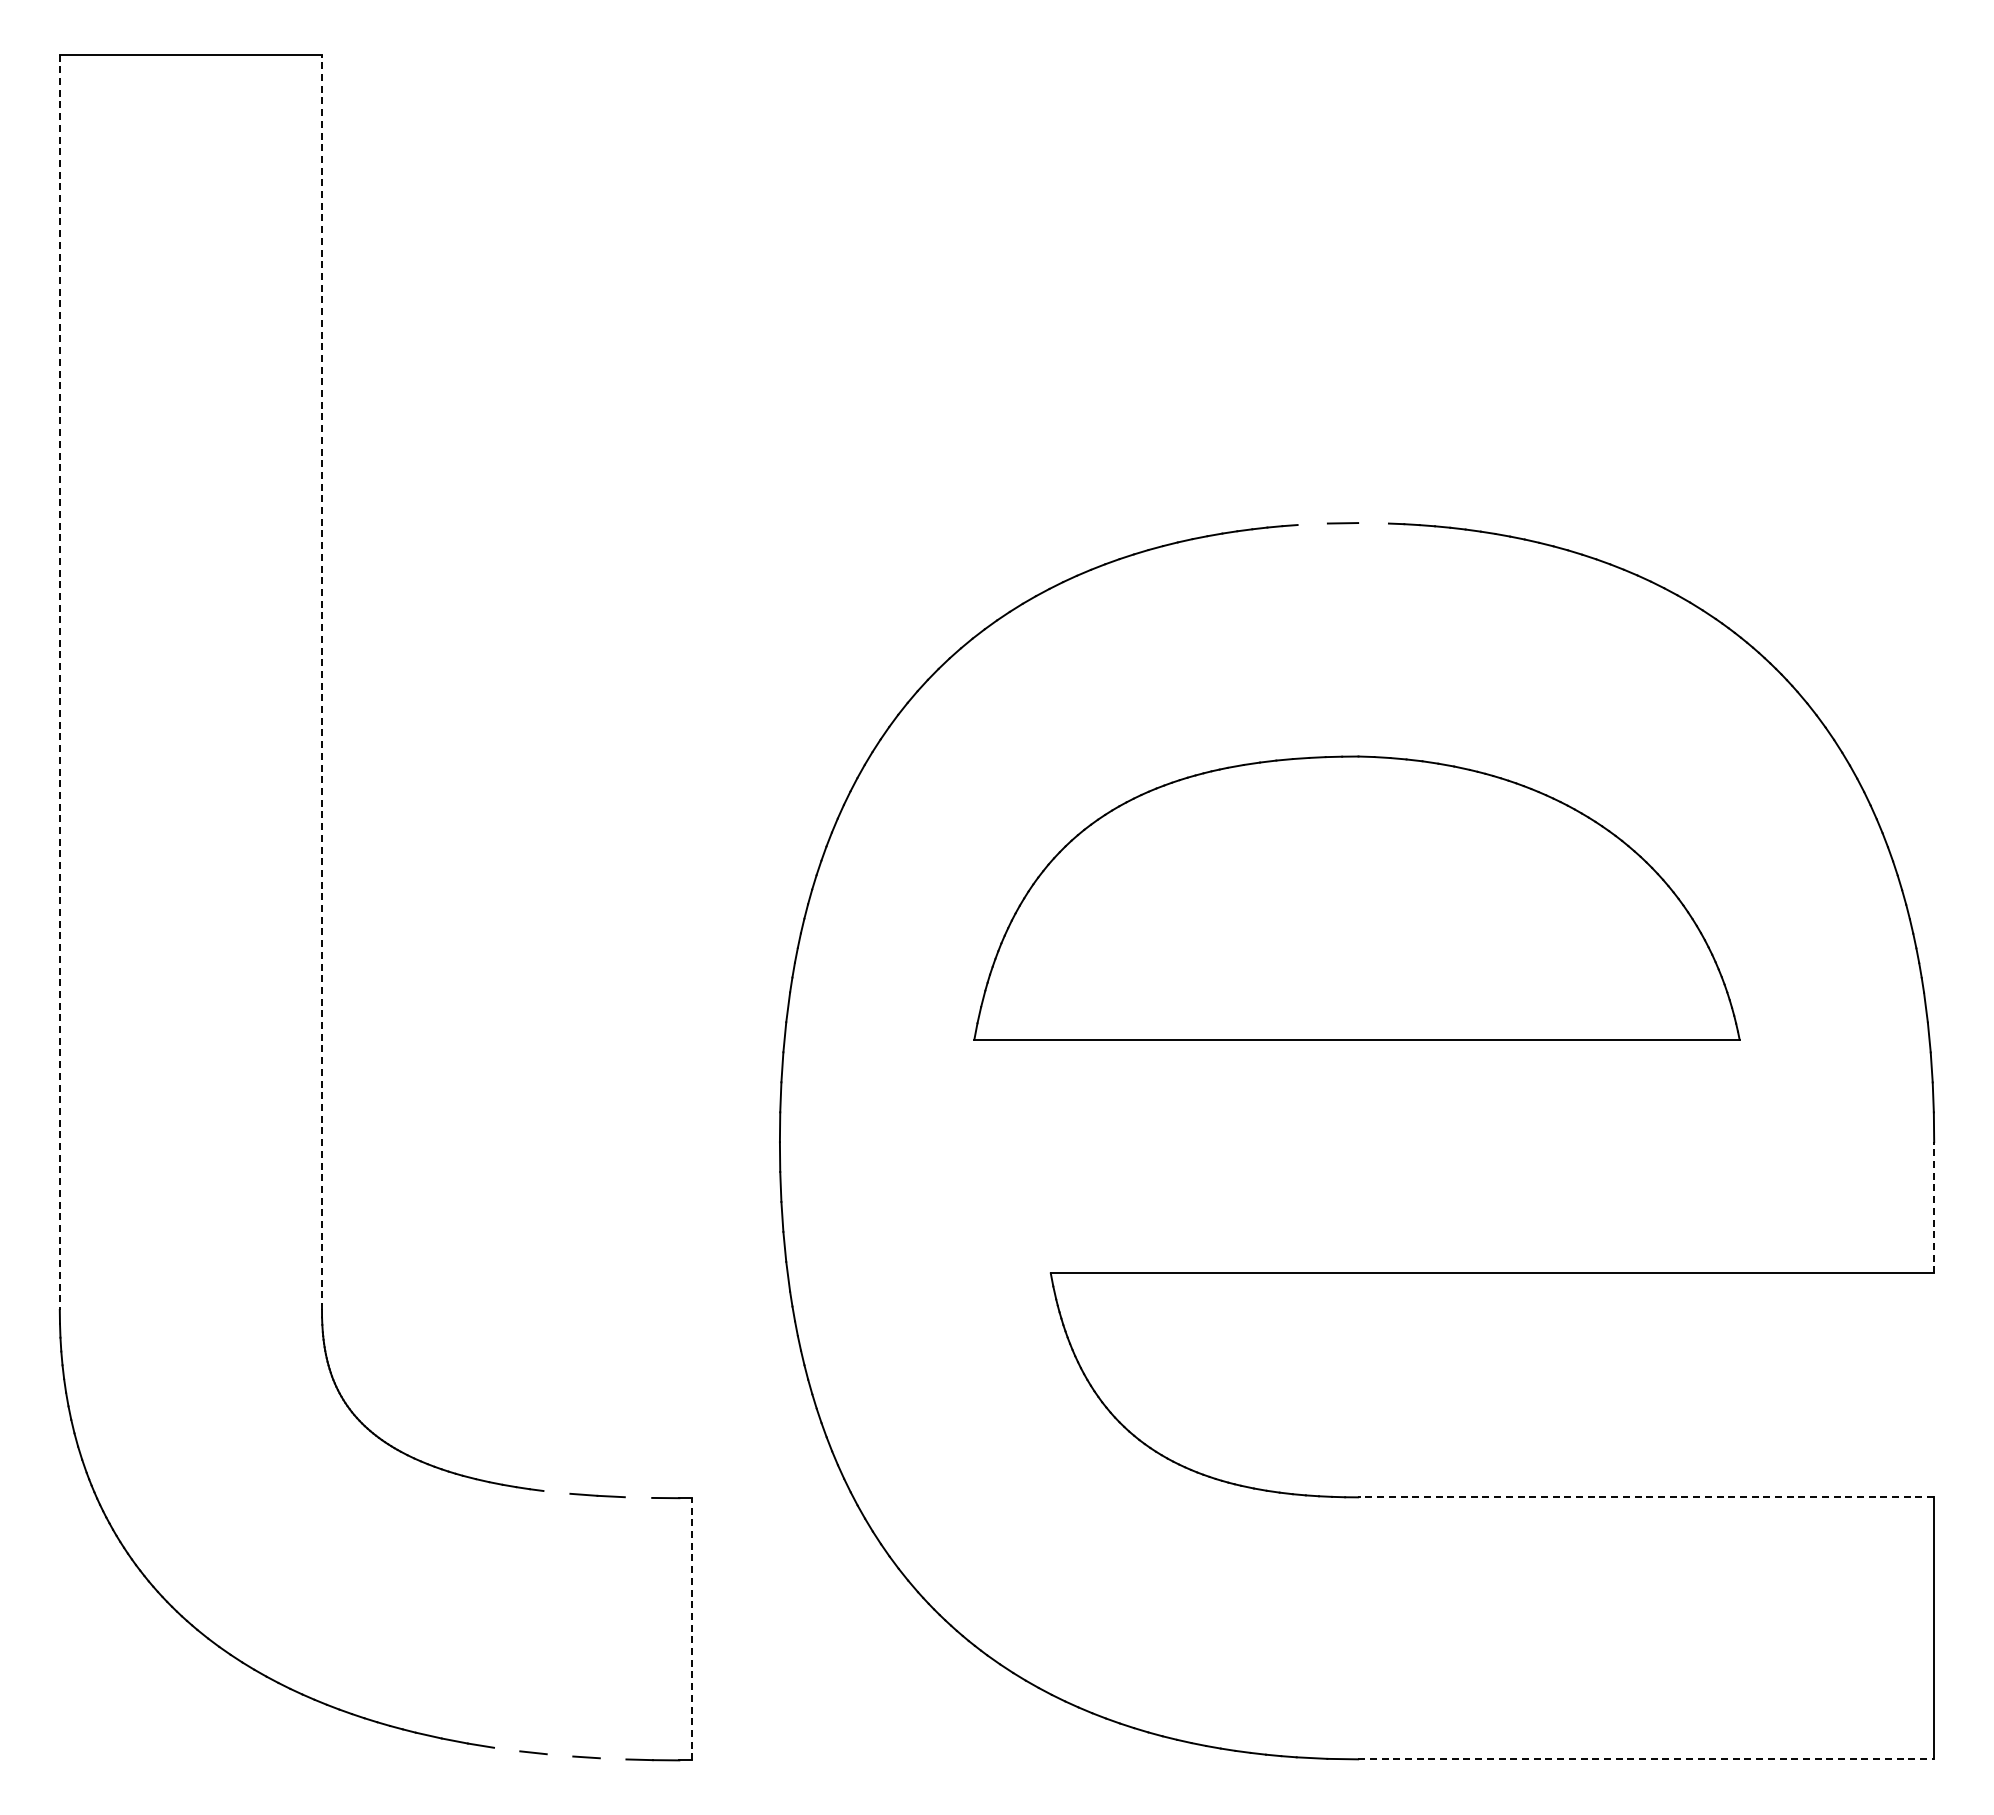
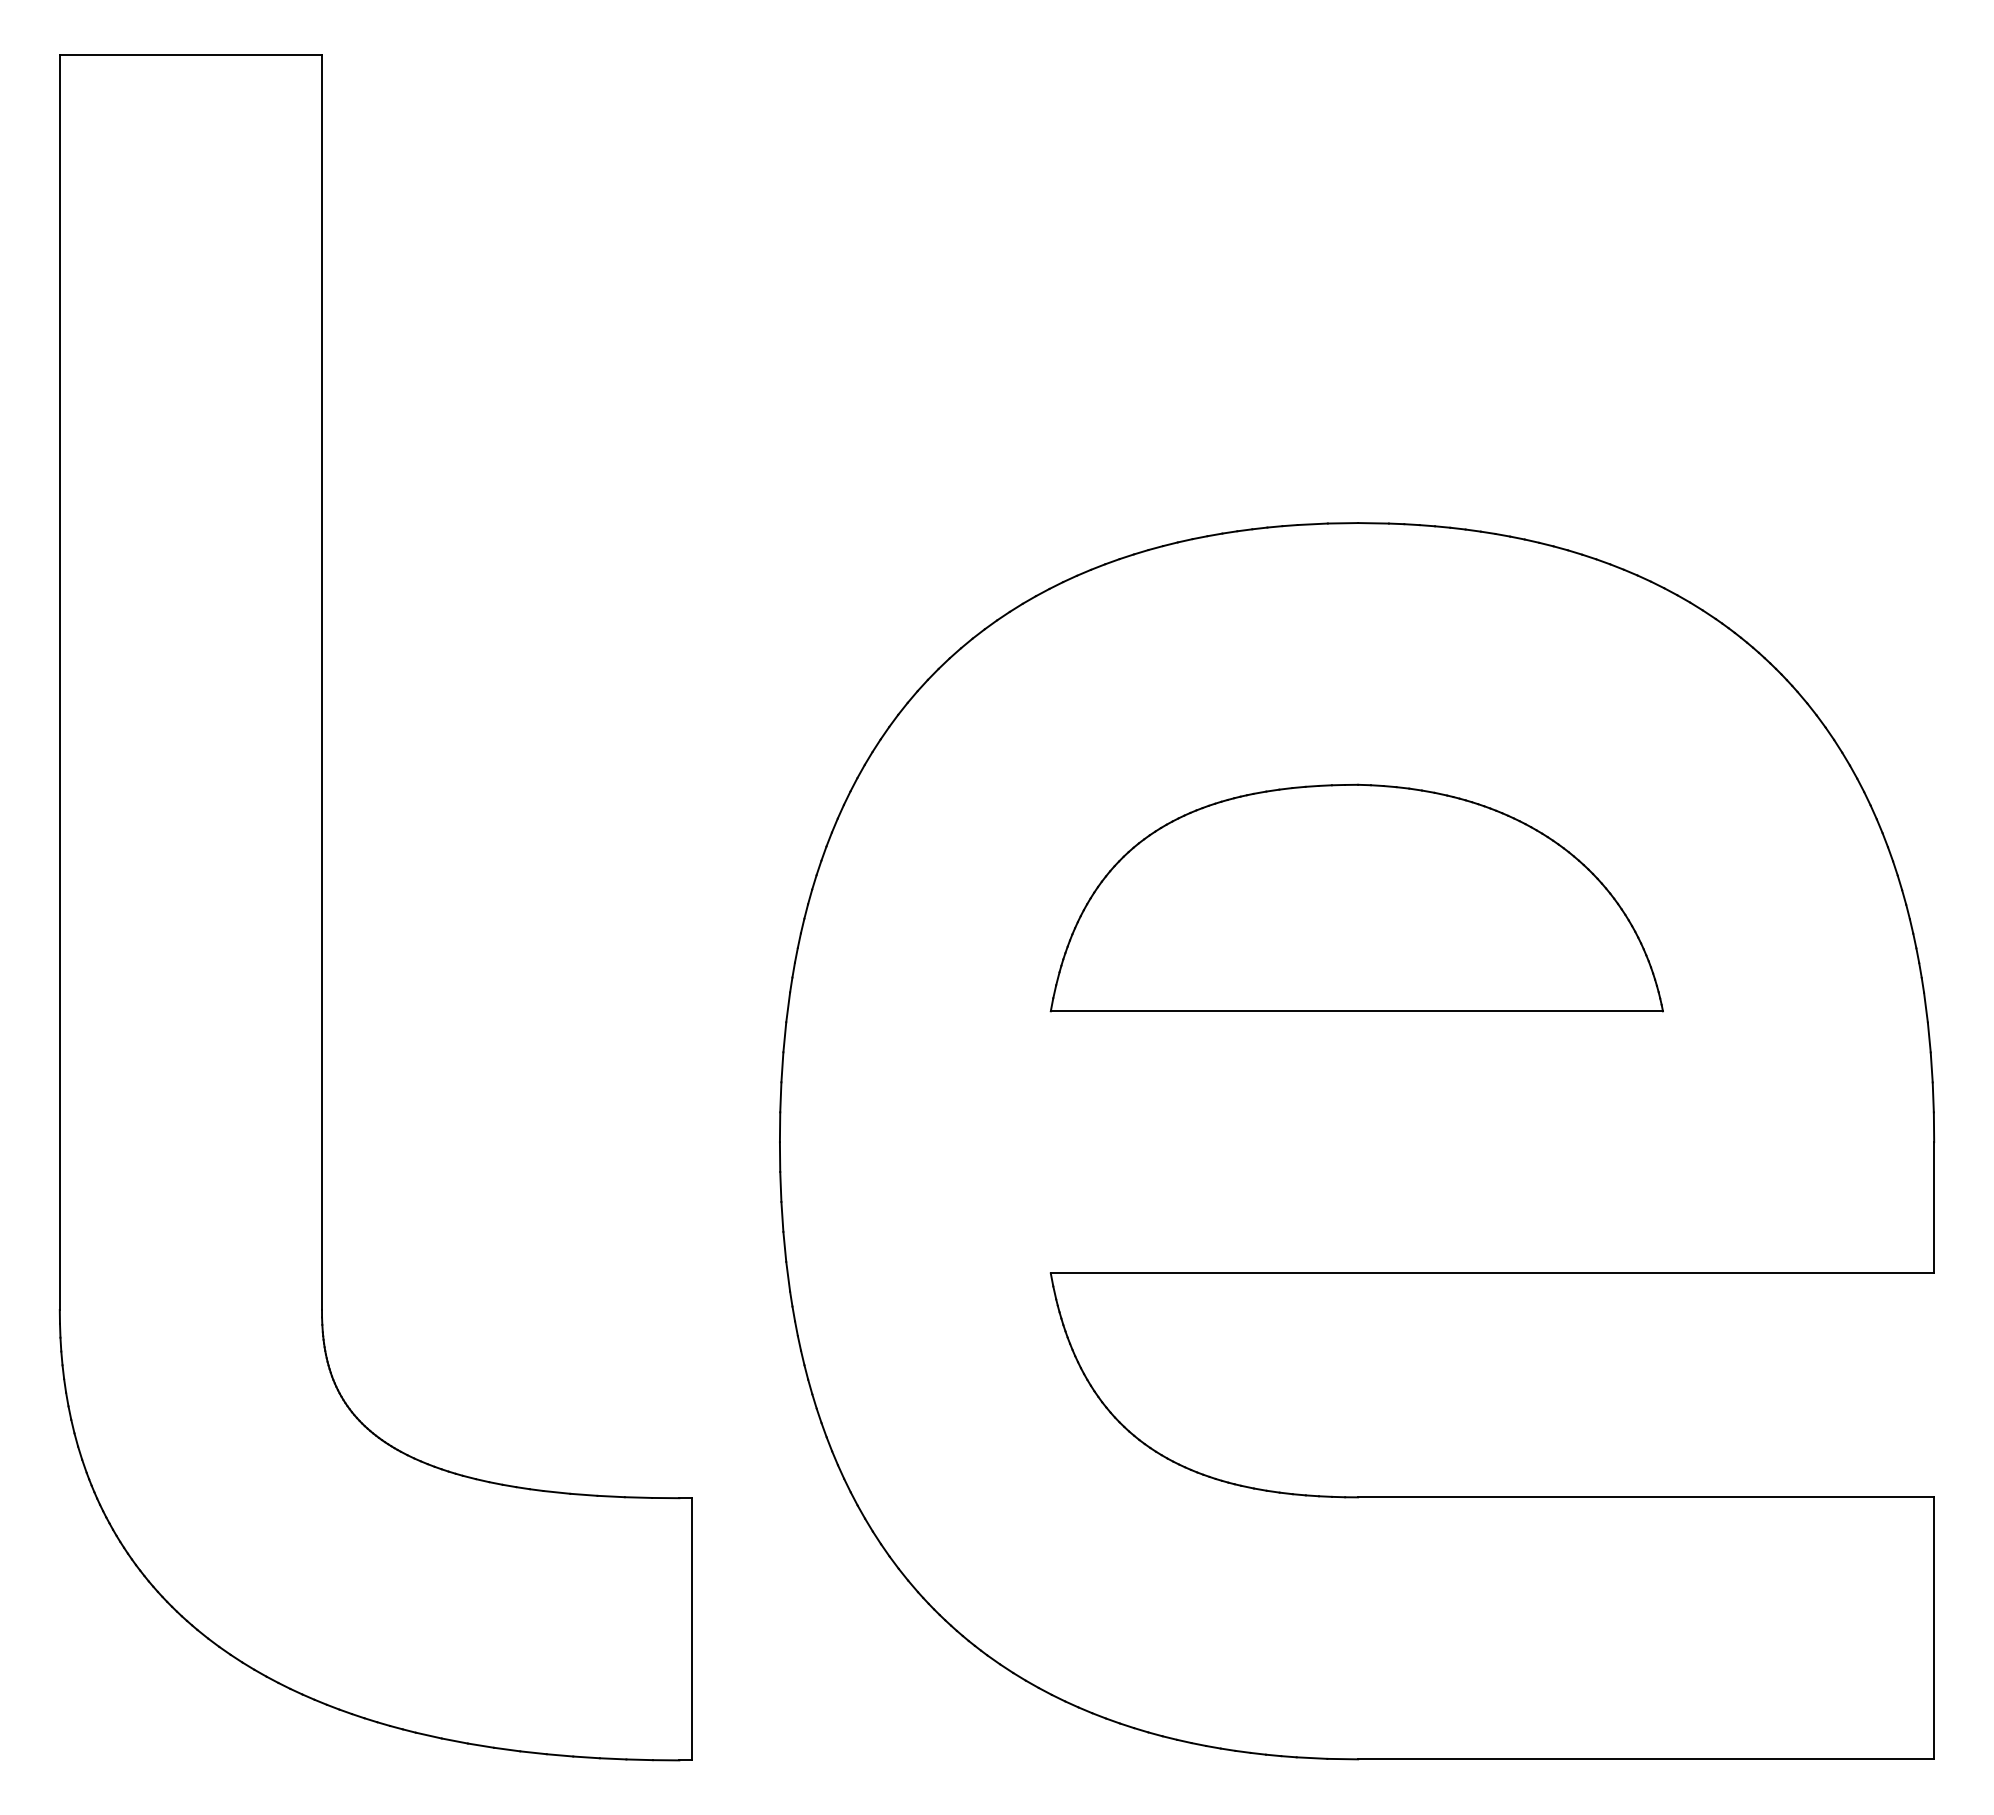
line at (1373, 523): none -> present
line at (1312, 524): none -> present
line at (59, 682): dashed -> solid
line at (322, 682): dashed -> solid
part at (1356, 897) size: 768x286 px -> 615x230 px
line at (1934, 1207): dashed -> solid
line at (556, 1492): none -> present
line at (638, 1497): none -> present
line at (1645, 1497): dashed -> solid
line at (691, 1628): dashed -> solid
line at (507, 1749): none -> present
line at (559, 1755): none -> present
line at (612, 1758): none -> present
line at (1646, 1759): dashed -> solid
